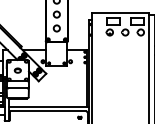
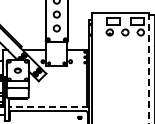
line at (148, 68): solid -> dashed
line at (48, 106): solid -> dashed
